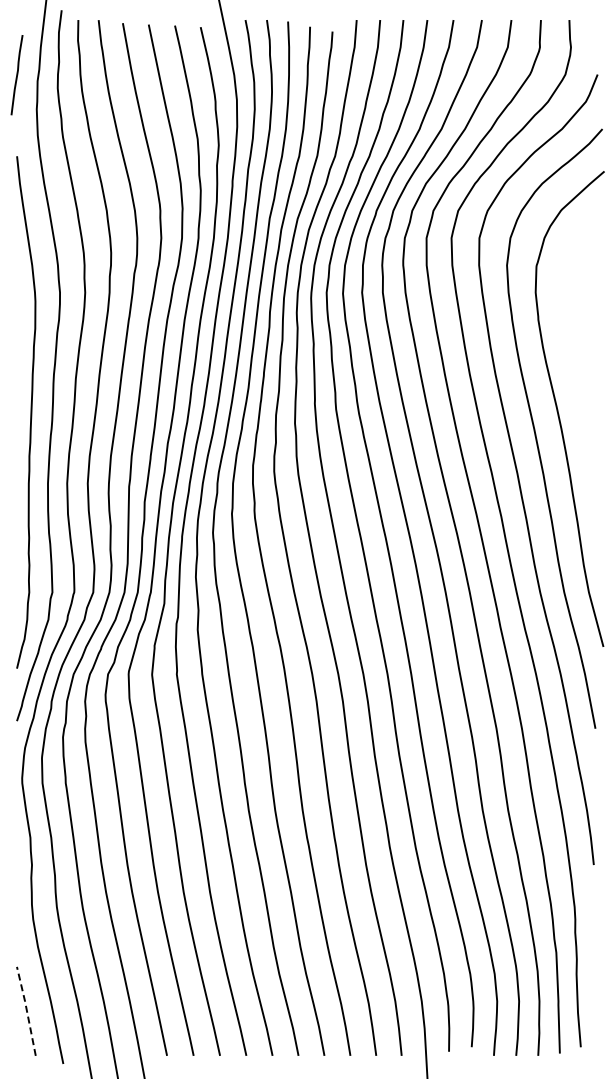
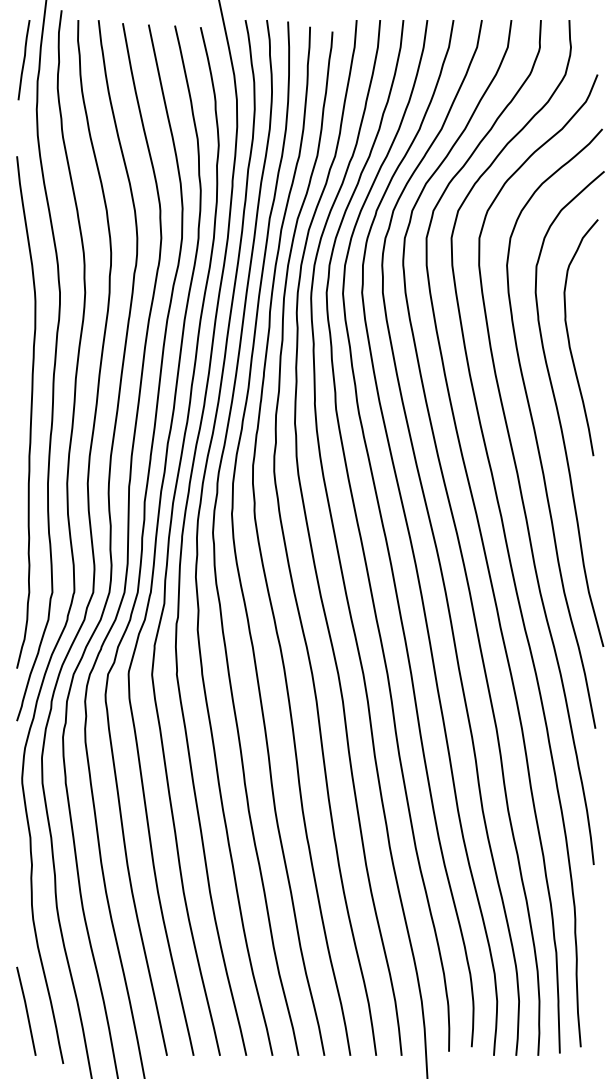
line at (16, 75) position: (16, 75) -> (23, 60)
curve at (569, 337): none -> present
line at (26, 1010): dashed -> solid
